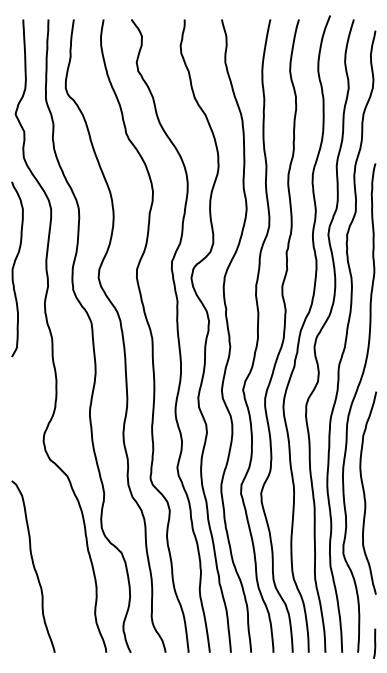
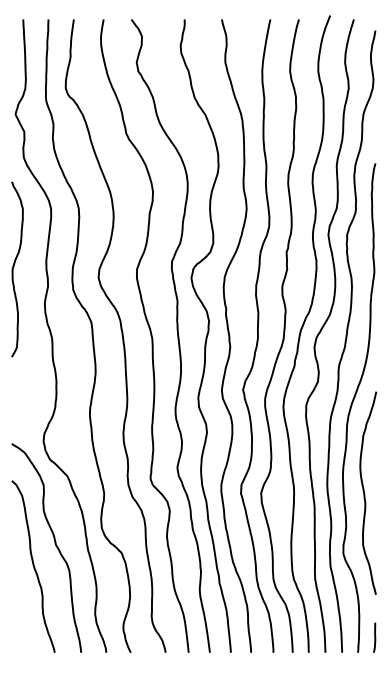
curve at (54, 543): none -> present
line at (374, 643) position: (374, 643) -> (374, 637)
